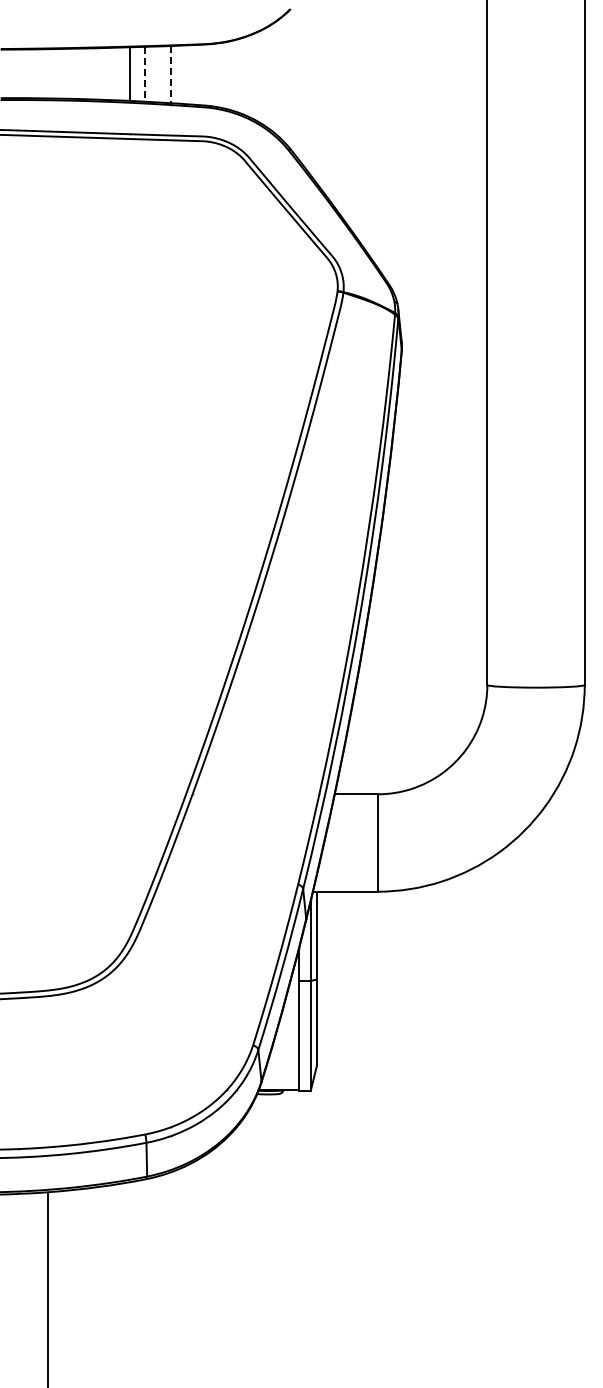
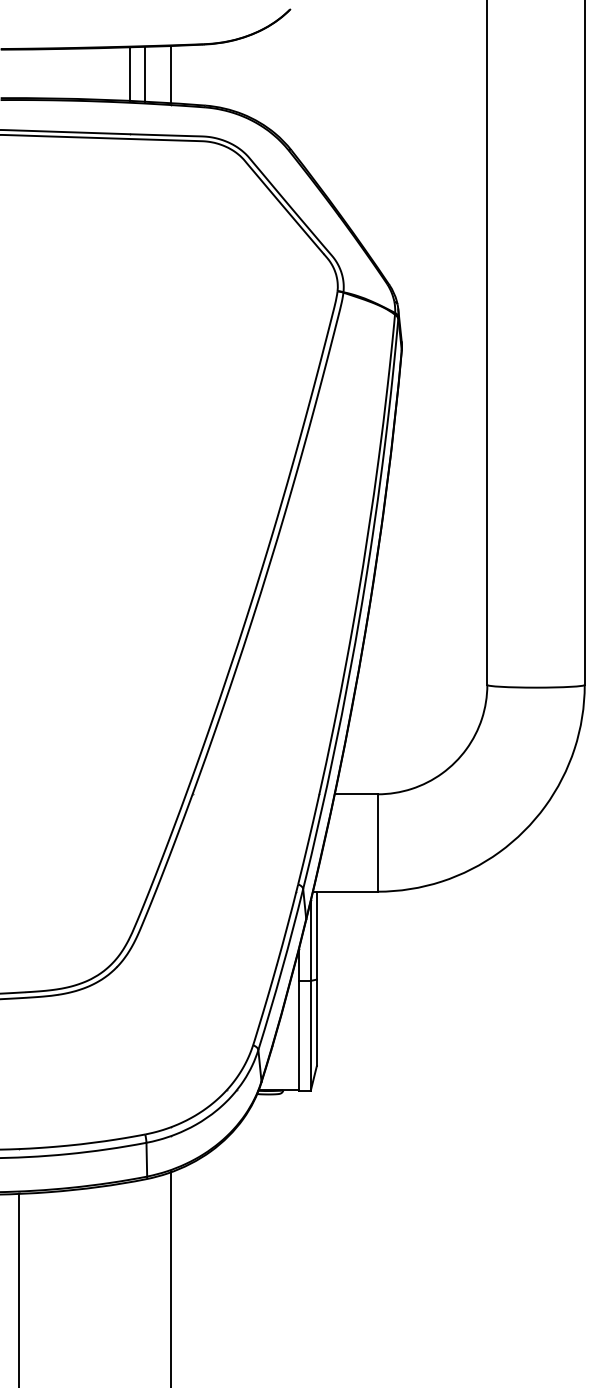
line at (144, 74): dashed -> solid
line at (170, 74): dashed -> solid
line at (170, 1278): none -> present
line at (47, 1288) position: (47, 1288) -> (18, 1288)
